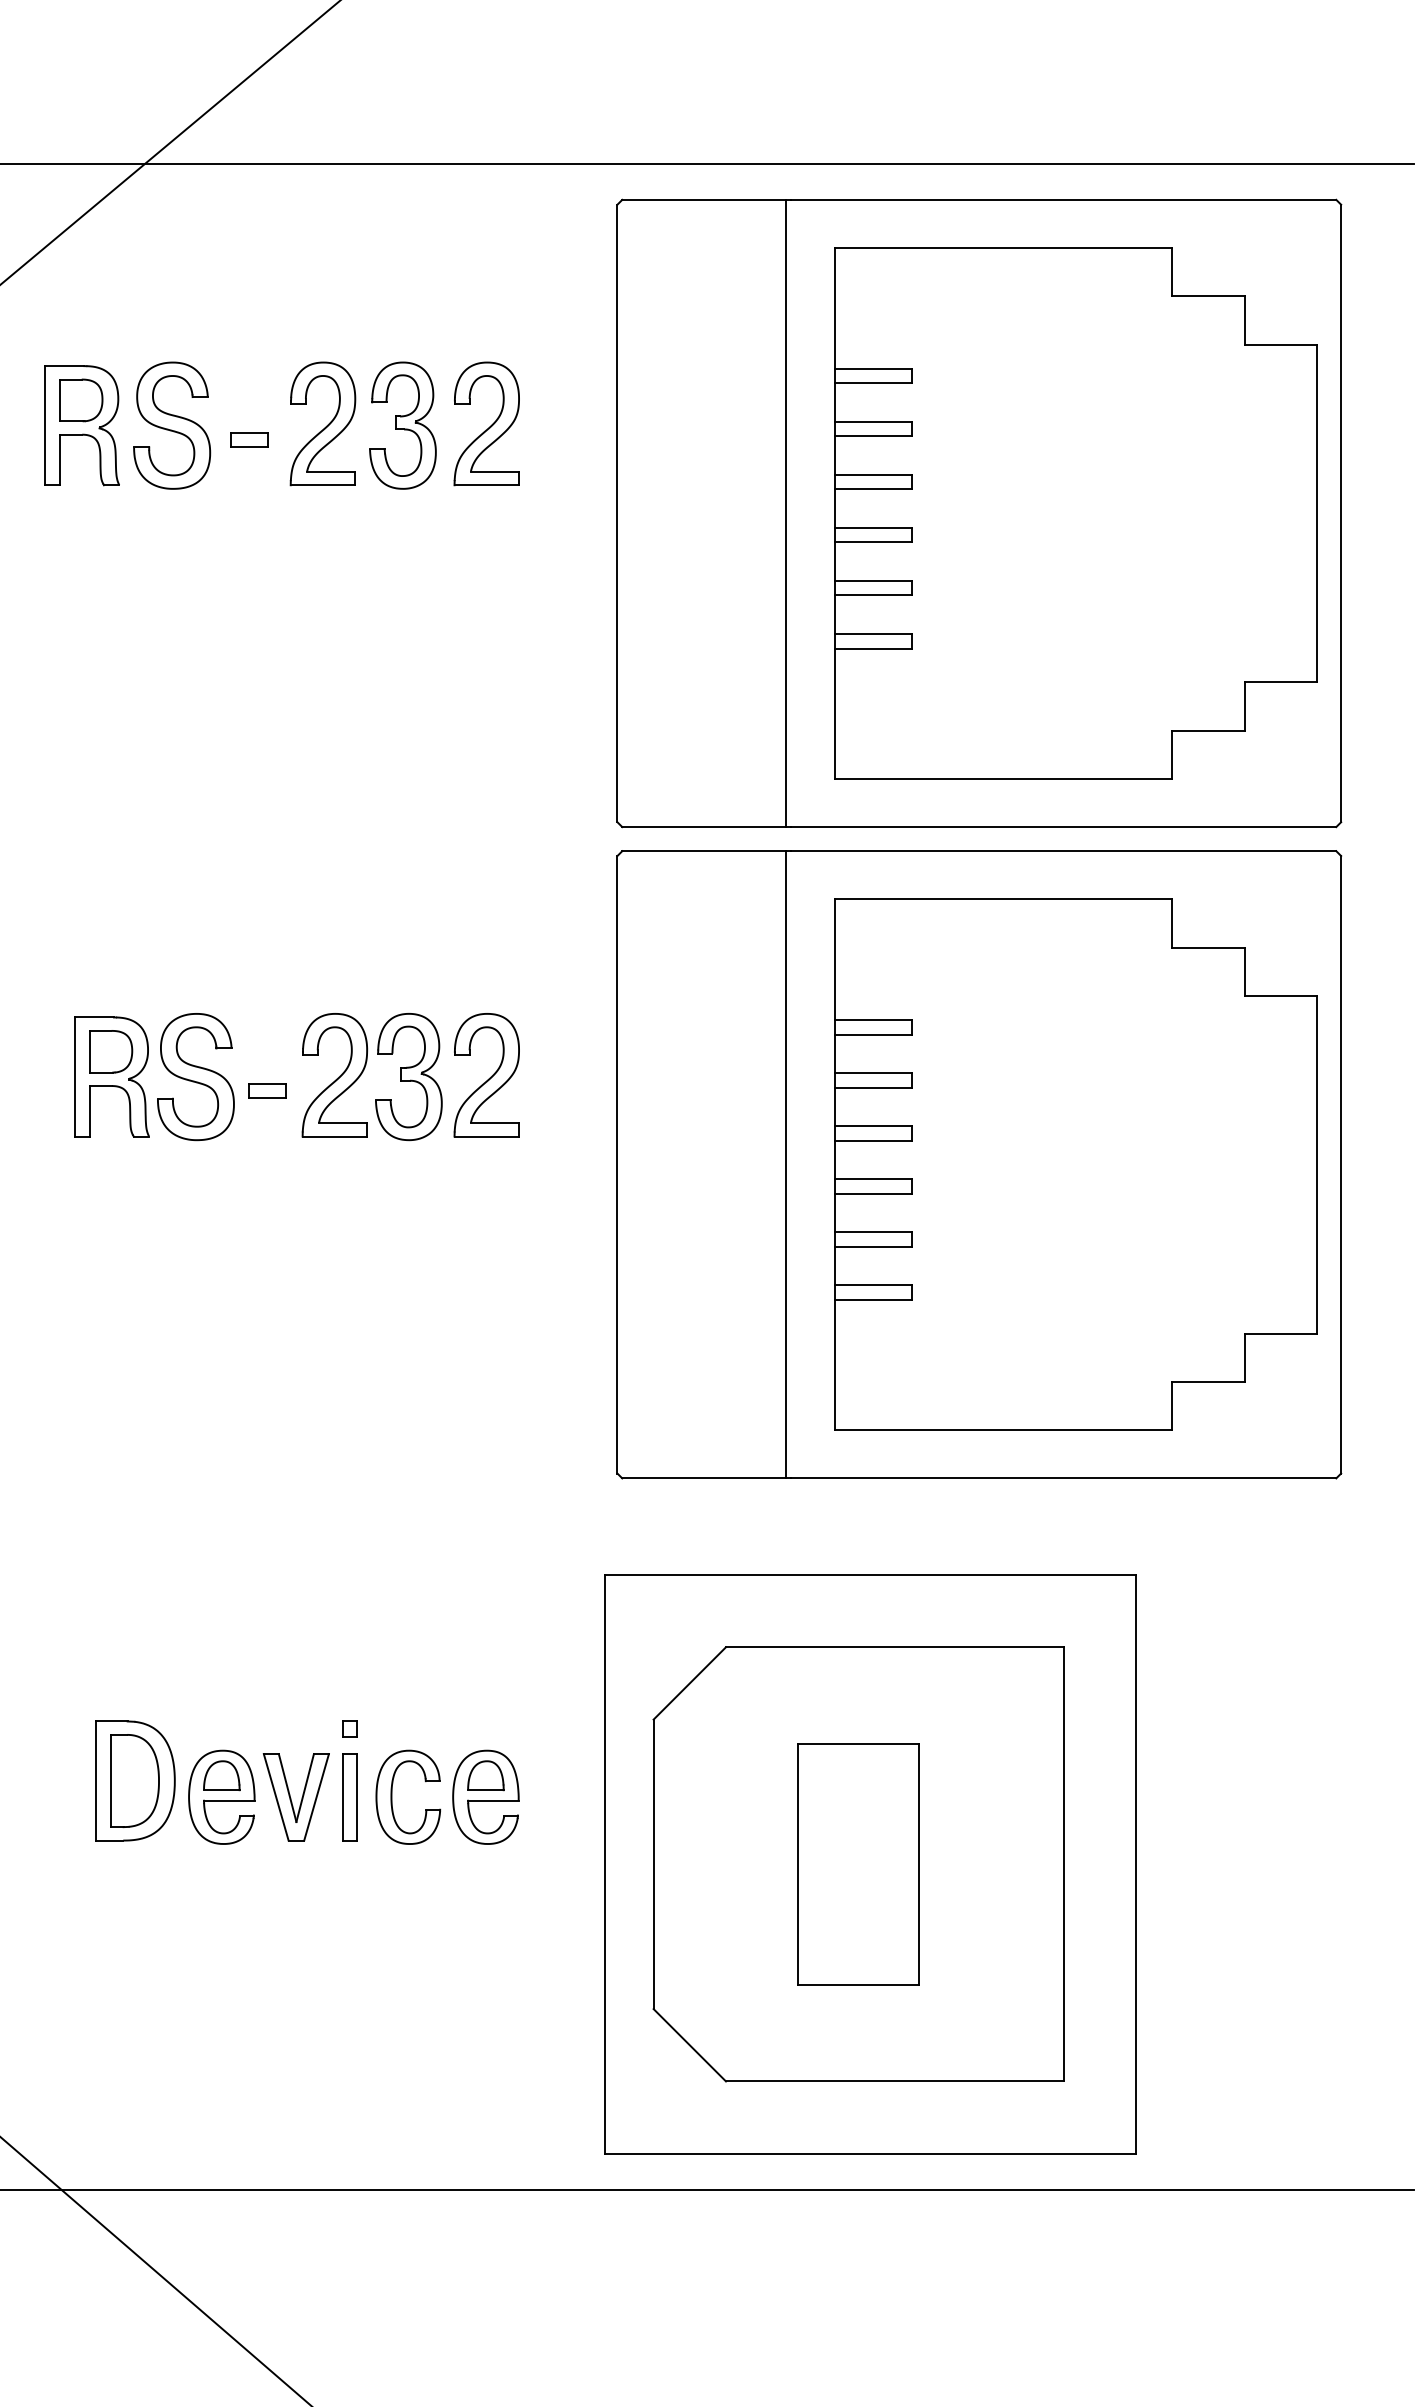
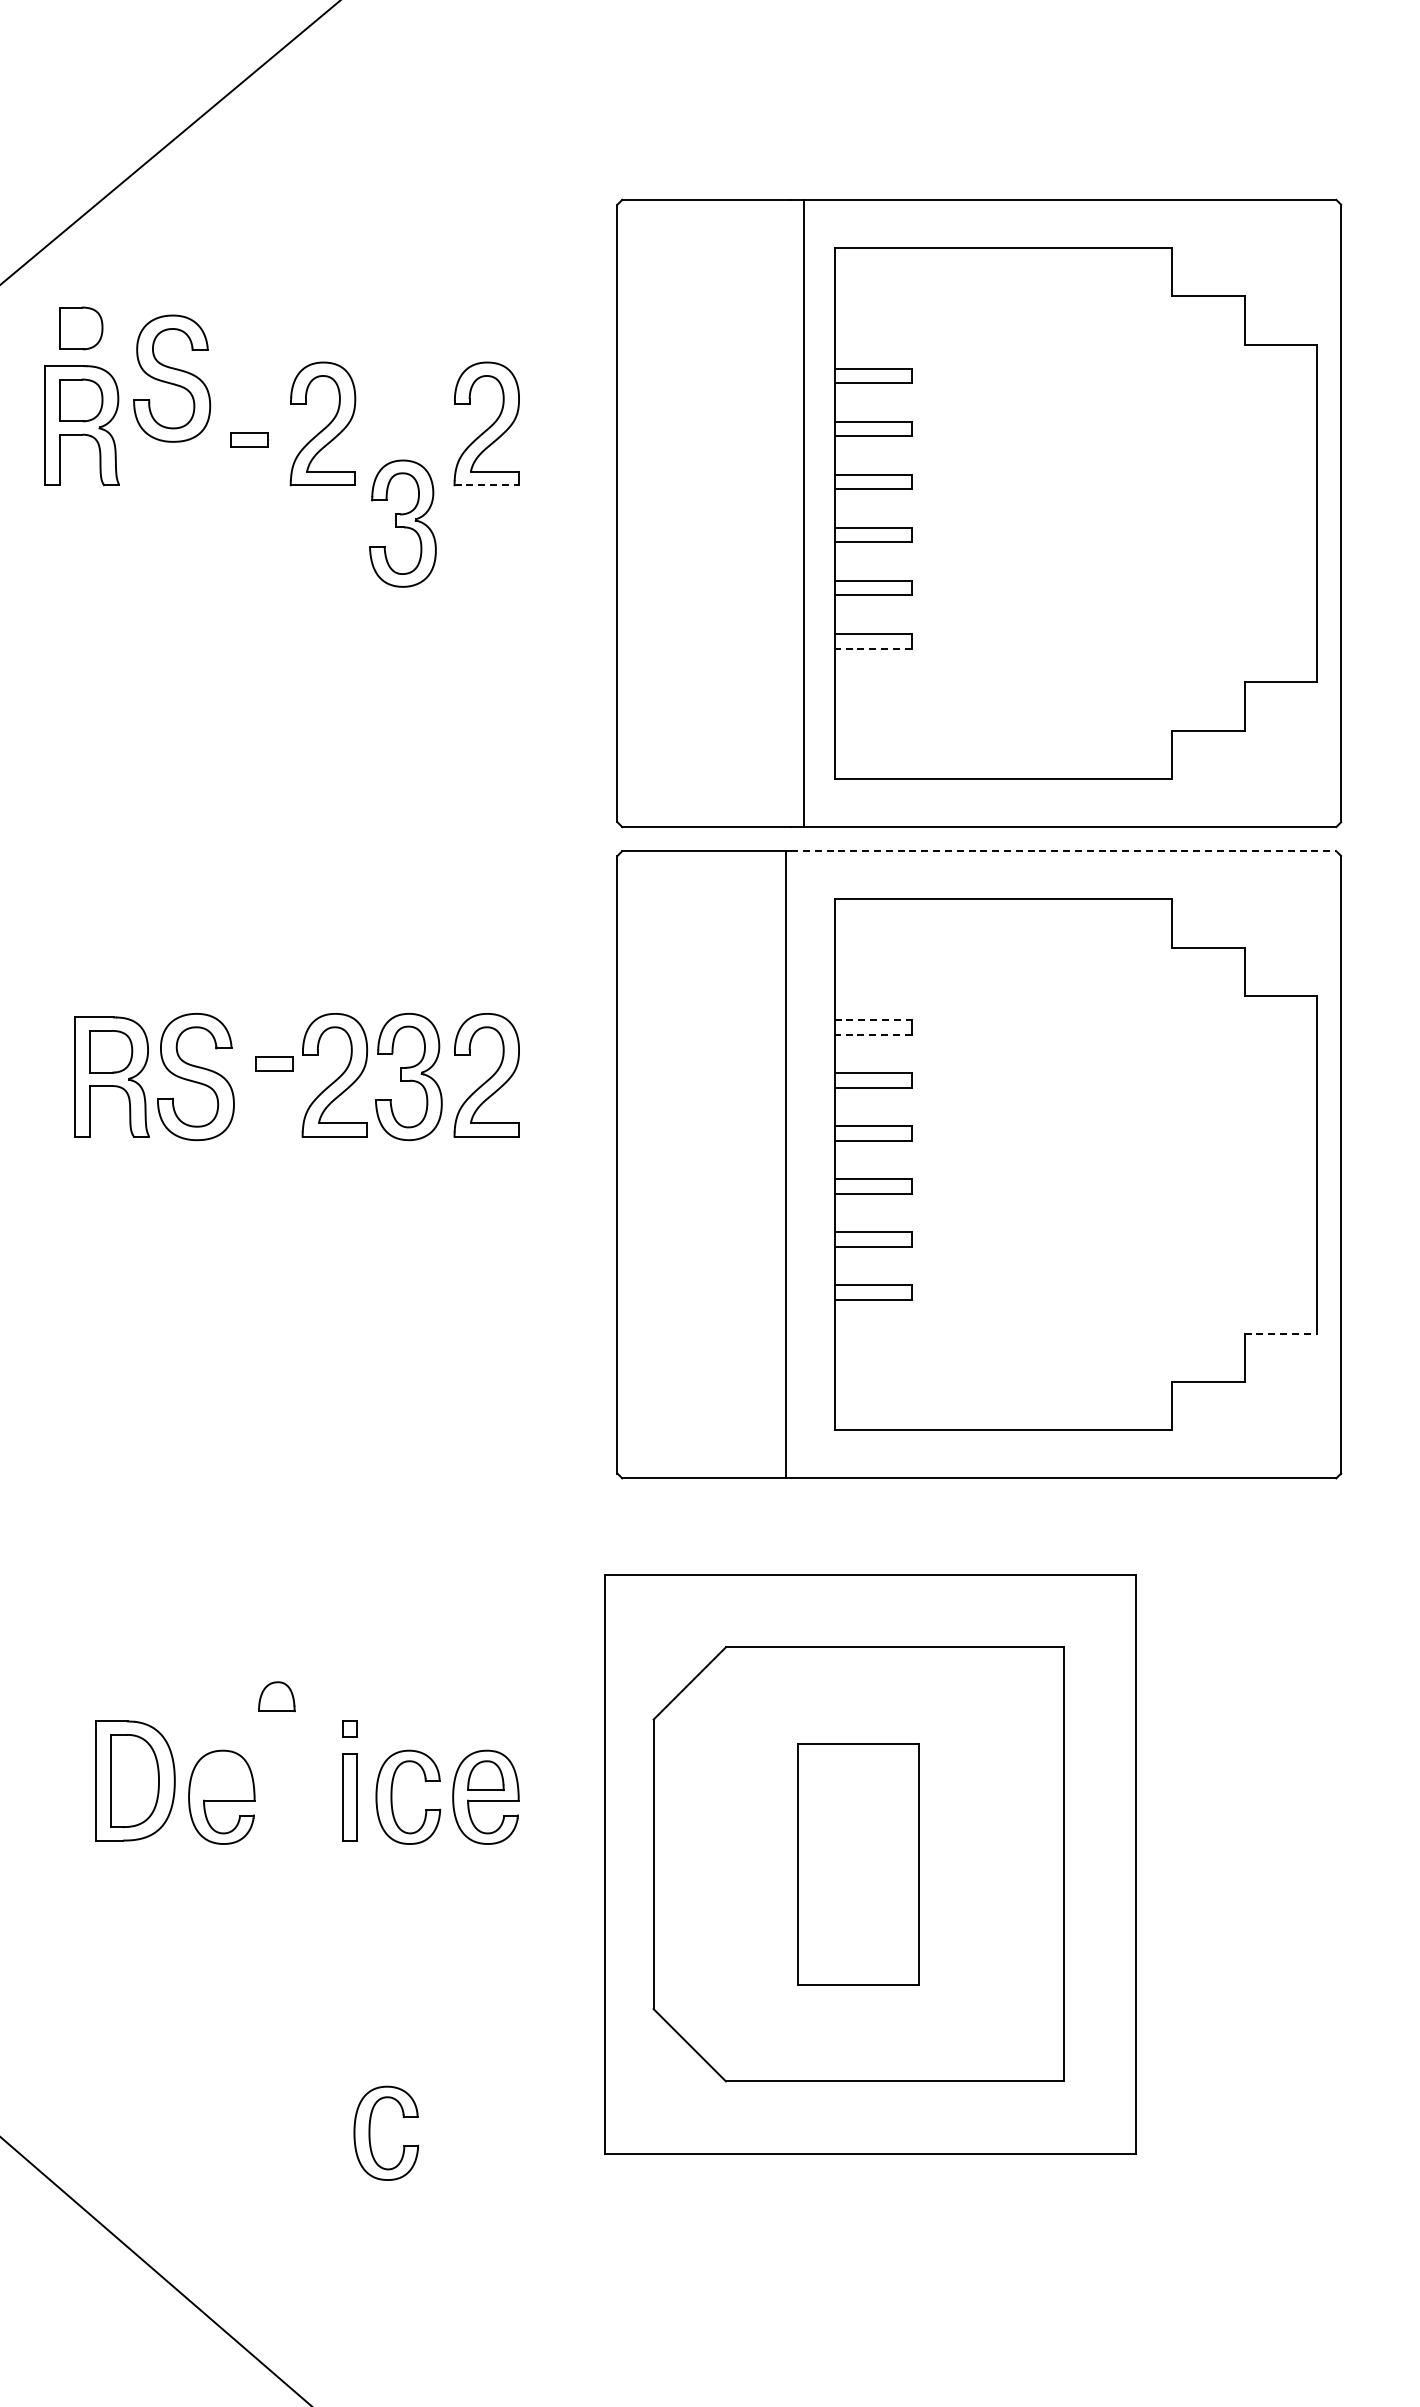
line at (707, 163): present -> none
part at (81, 328): none -> present
part at (172, 425) position: (172, 425) -> (172, 378)
part at (402, 425) position: (402, 425) -> (402, 523)
line at (487, 485): solid -> dashed
line at (786, 513) position: (786, 513) -> (804, 513)
line at (873, 648): solid -> dashed
line at (1063, 851): solid -> dashed
line at (873, 1020): solid -> dashed
line at (873, 1034): solid -> dashed
part at (267, 1090) position: (267, 1090) -> (274, 1063)
line at (1281, 1333): solid -> dashed
part at (221, 1775) position: (221, 1775) -> (276, 1696)
part at (295, 1797): present -> none
part at (370, 2132): none -> present
line at (707, 2190): present -> none
